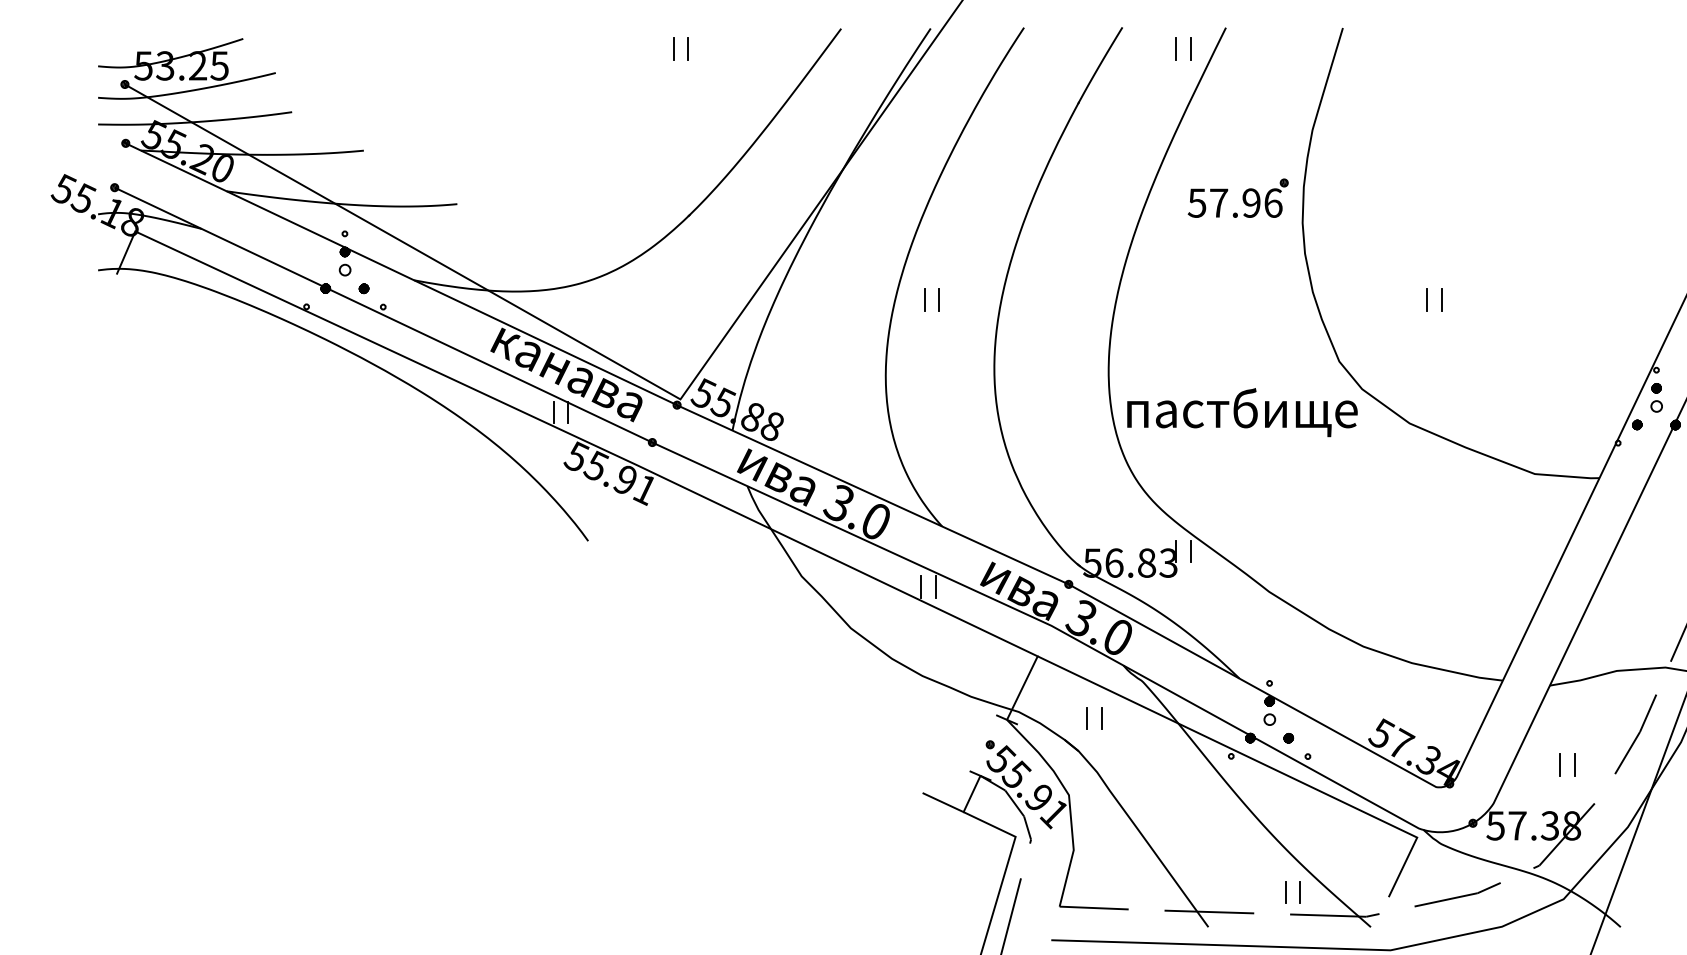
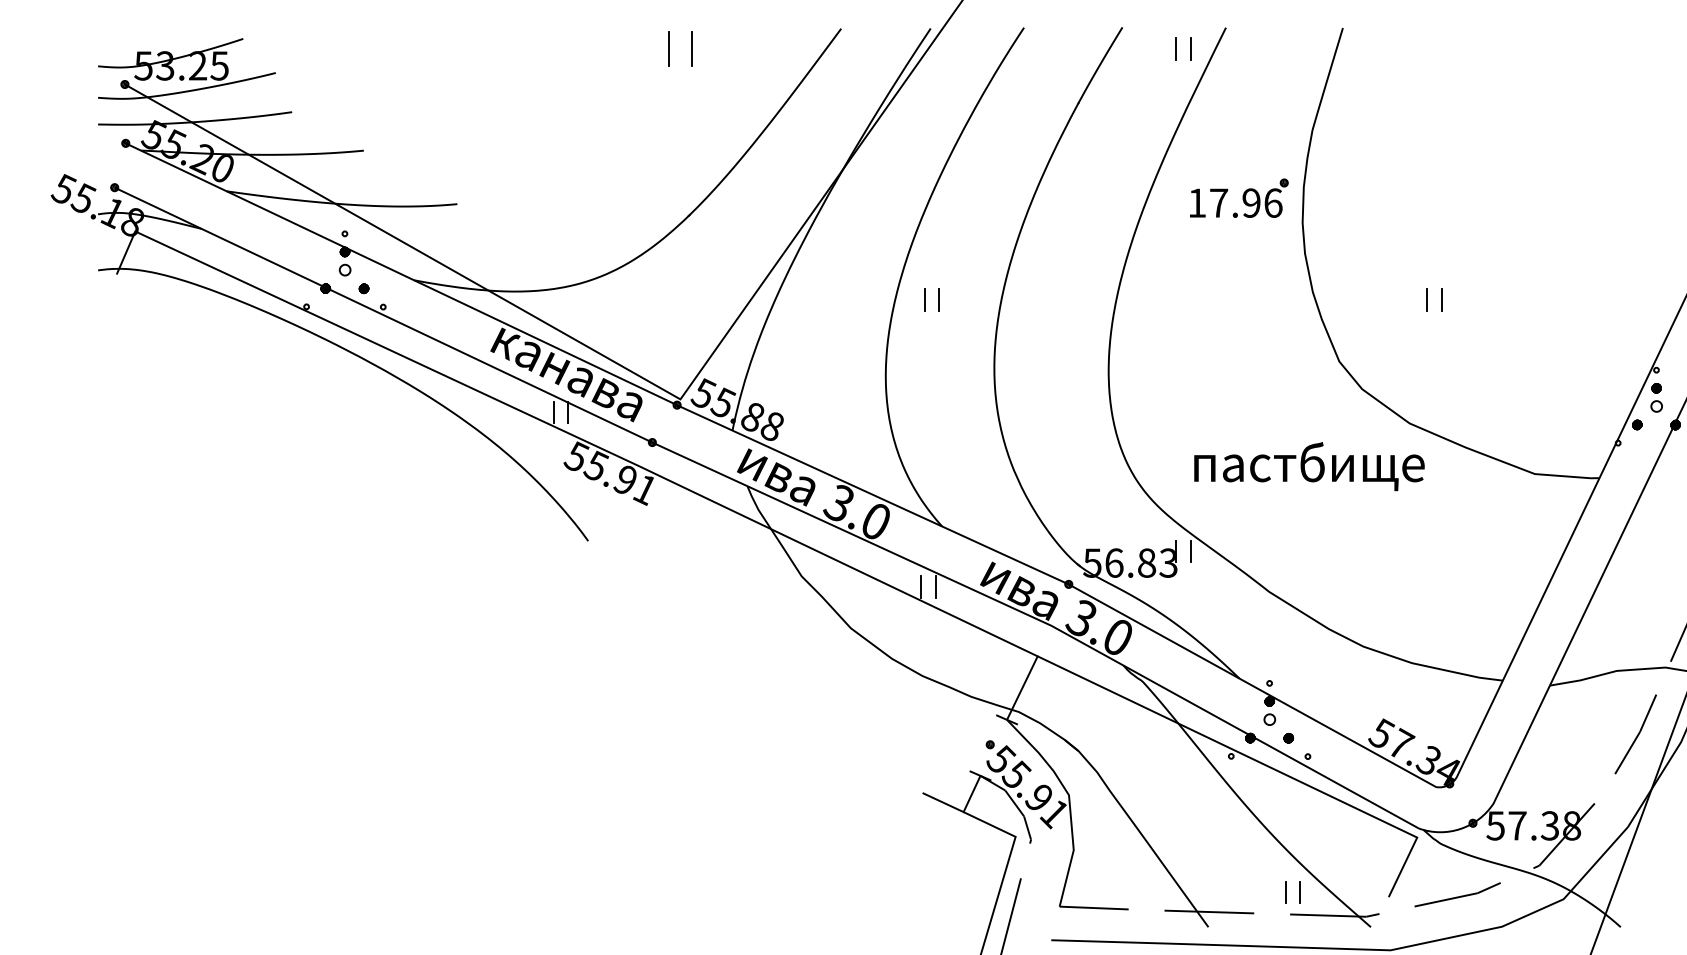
part at (680, 48) size: 16x24 px -> 25x36 px
text at (1196, 202): 57.96 -> 17.96
text at (1242, 412) position: (1242, 412) -> (1309, 466)
part at (1087, 718): present -> none
part at (1560, 764): present -> none
